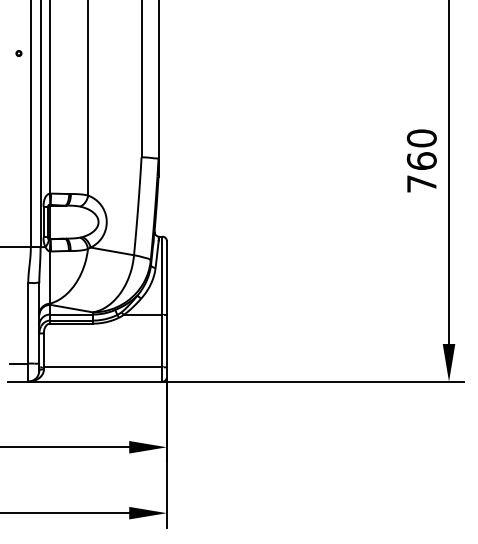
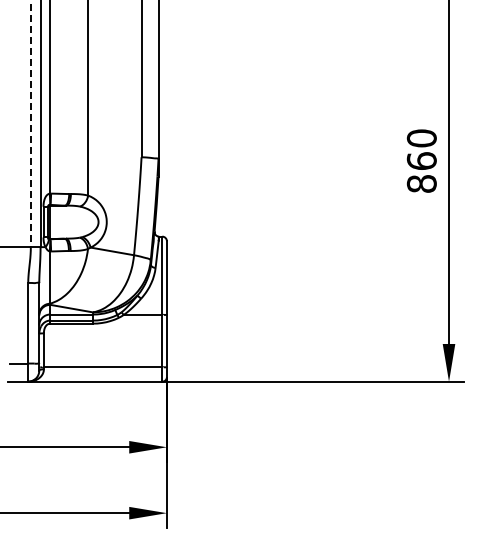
part at (18, 53): present -> none
line at (30, 124): solid -> dashed
text at (421, 183): 760 -> 860
